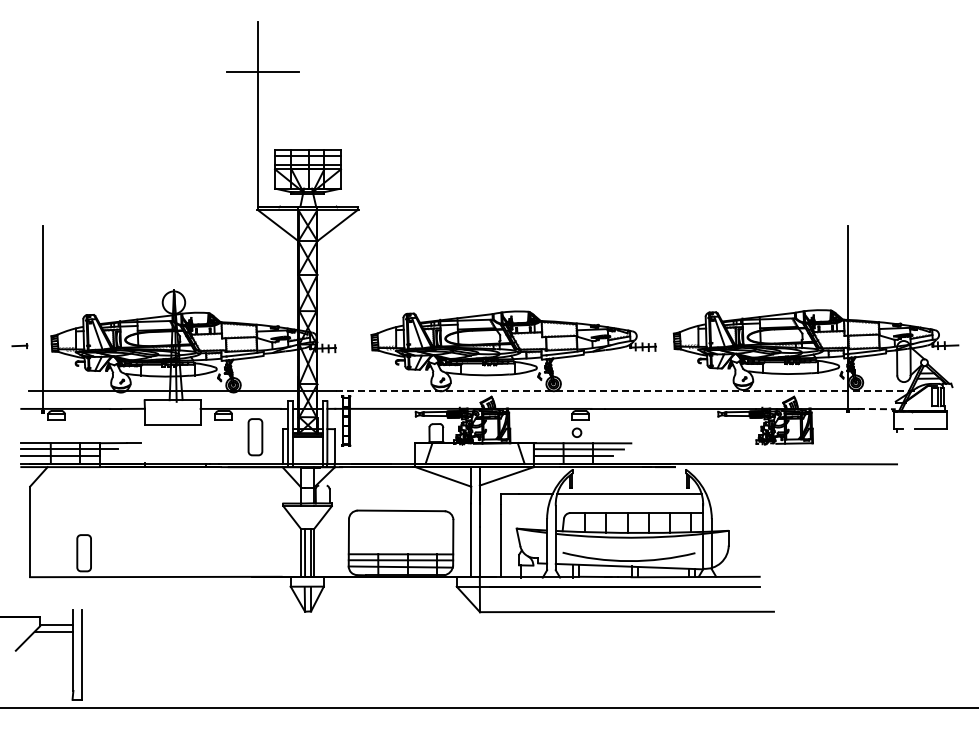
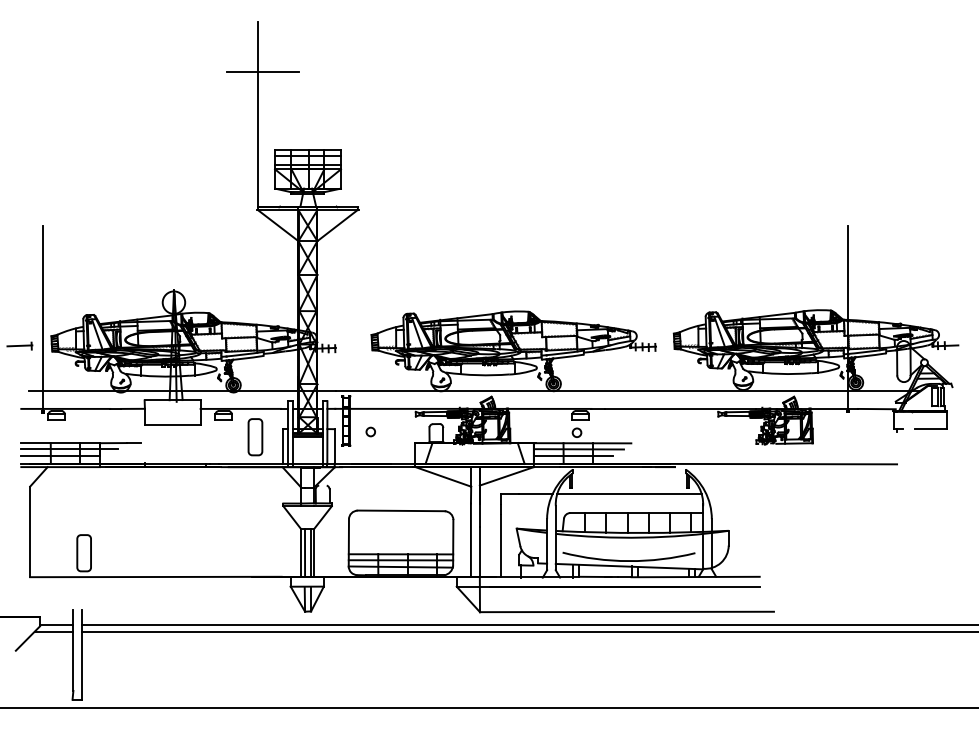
part at (19, 346) size: 18x7 px -> 28x10 px
line at (627, 391): dashed -> solid
line at (876, 409): dashed -> solid
circle at (370, 431): none -> present
line at (528, 625): none -> present
line at (528, 632): none -> present
